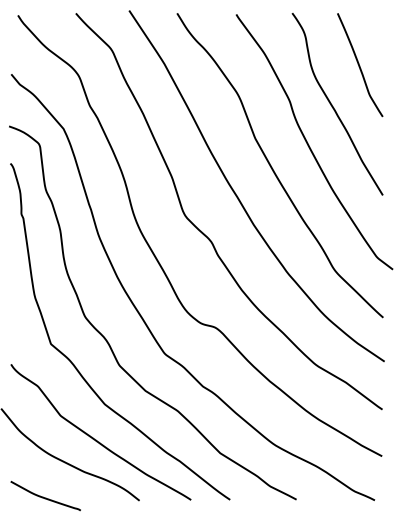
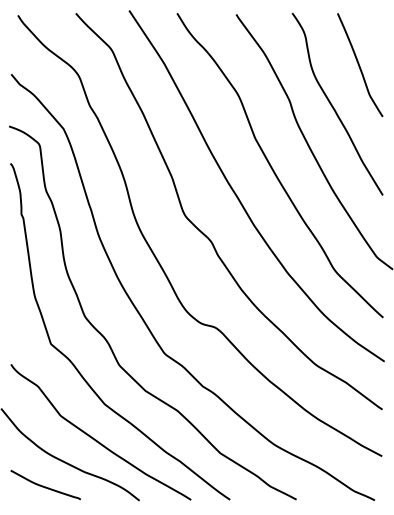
curve at (45, 497) position: (45, 497) -> (45, 486)
